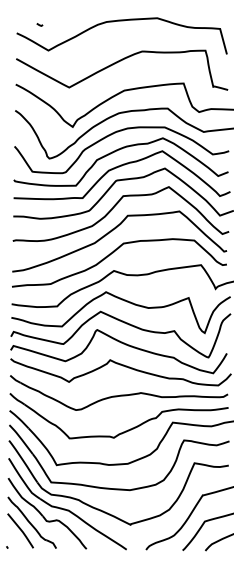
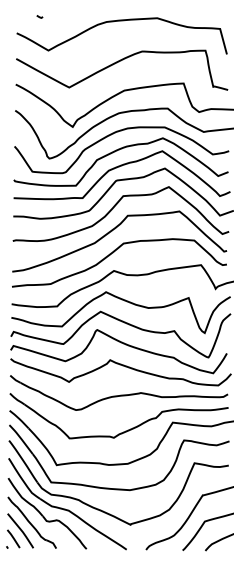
line at (39, 24) position: (39, 24) -> (39, 16)
line at (13, 538): none -> present
